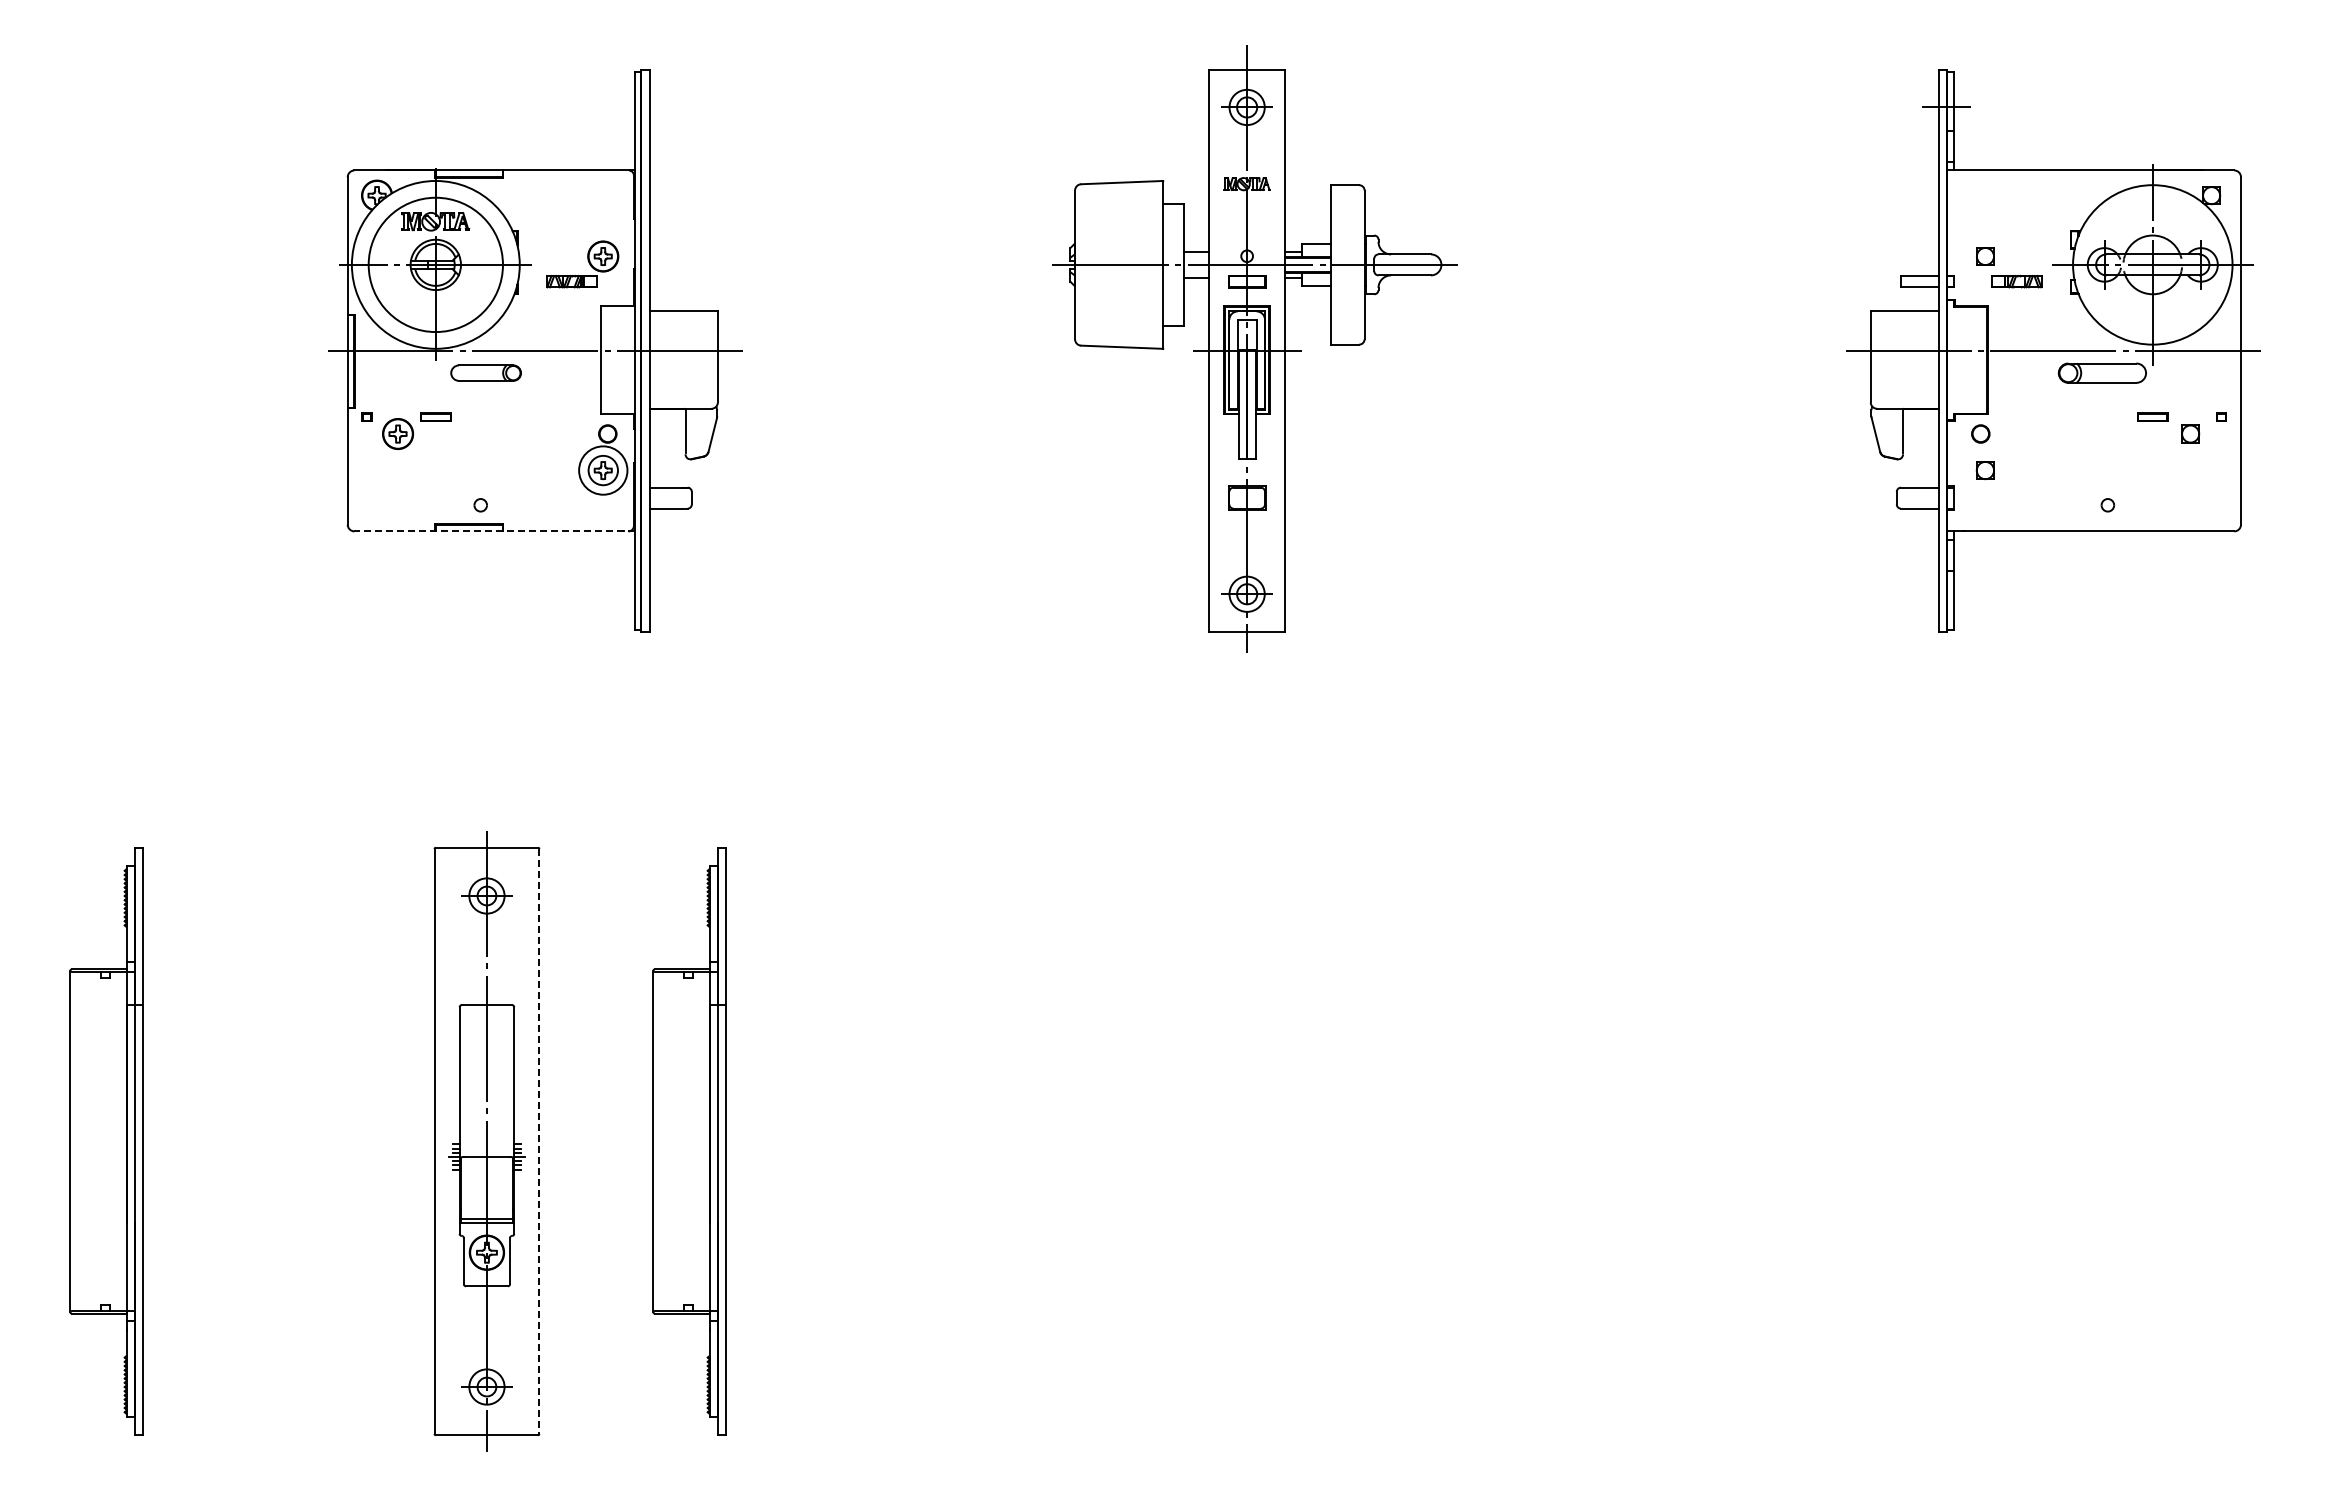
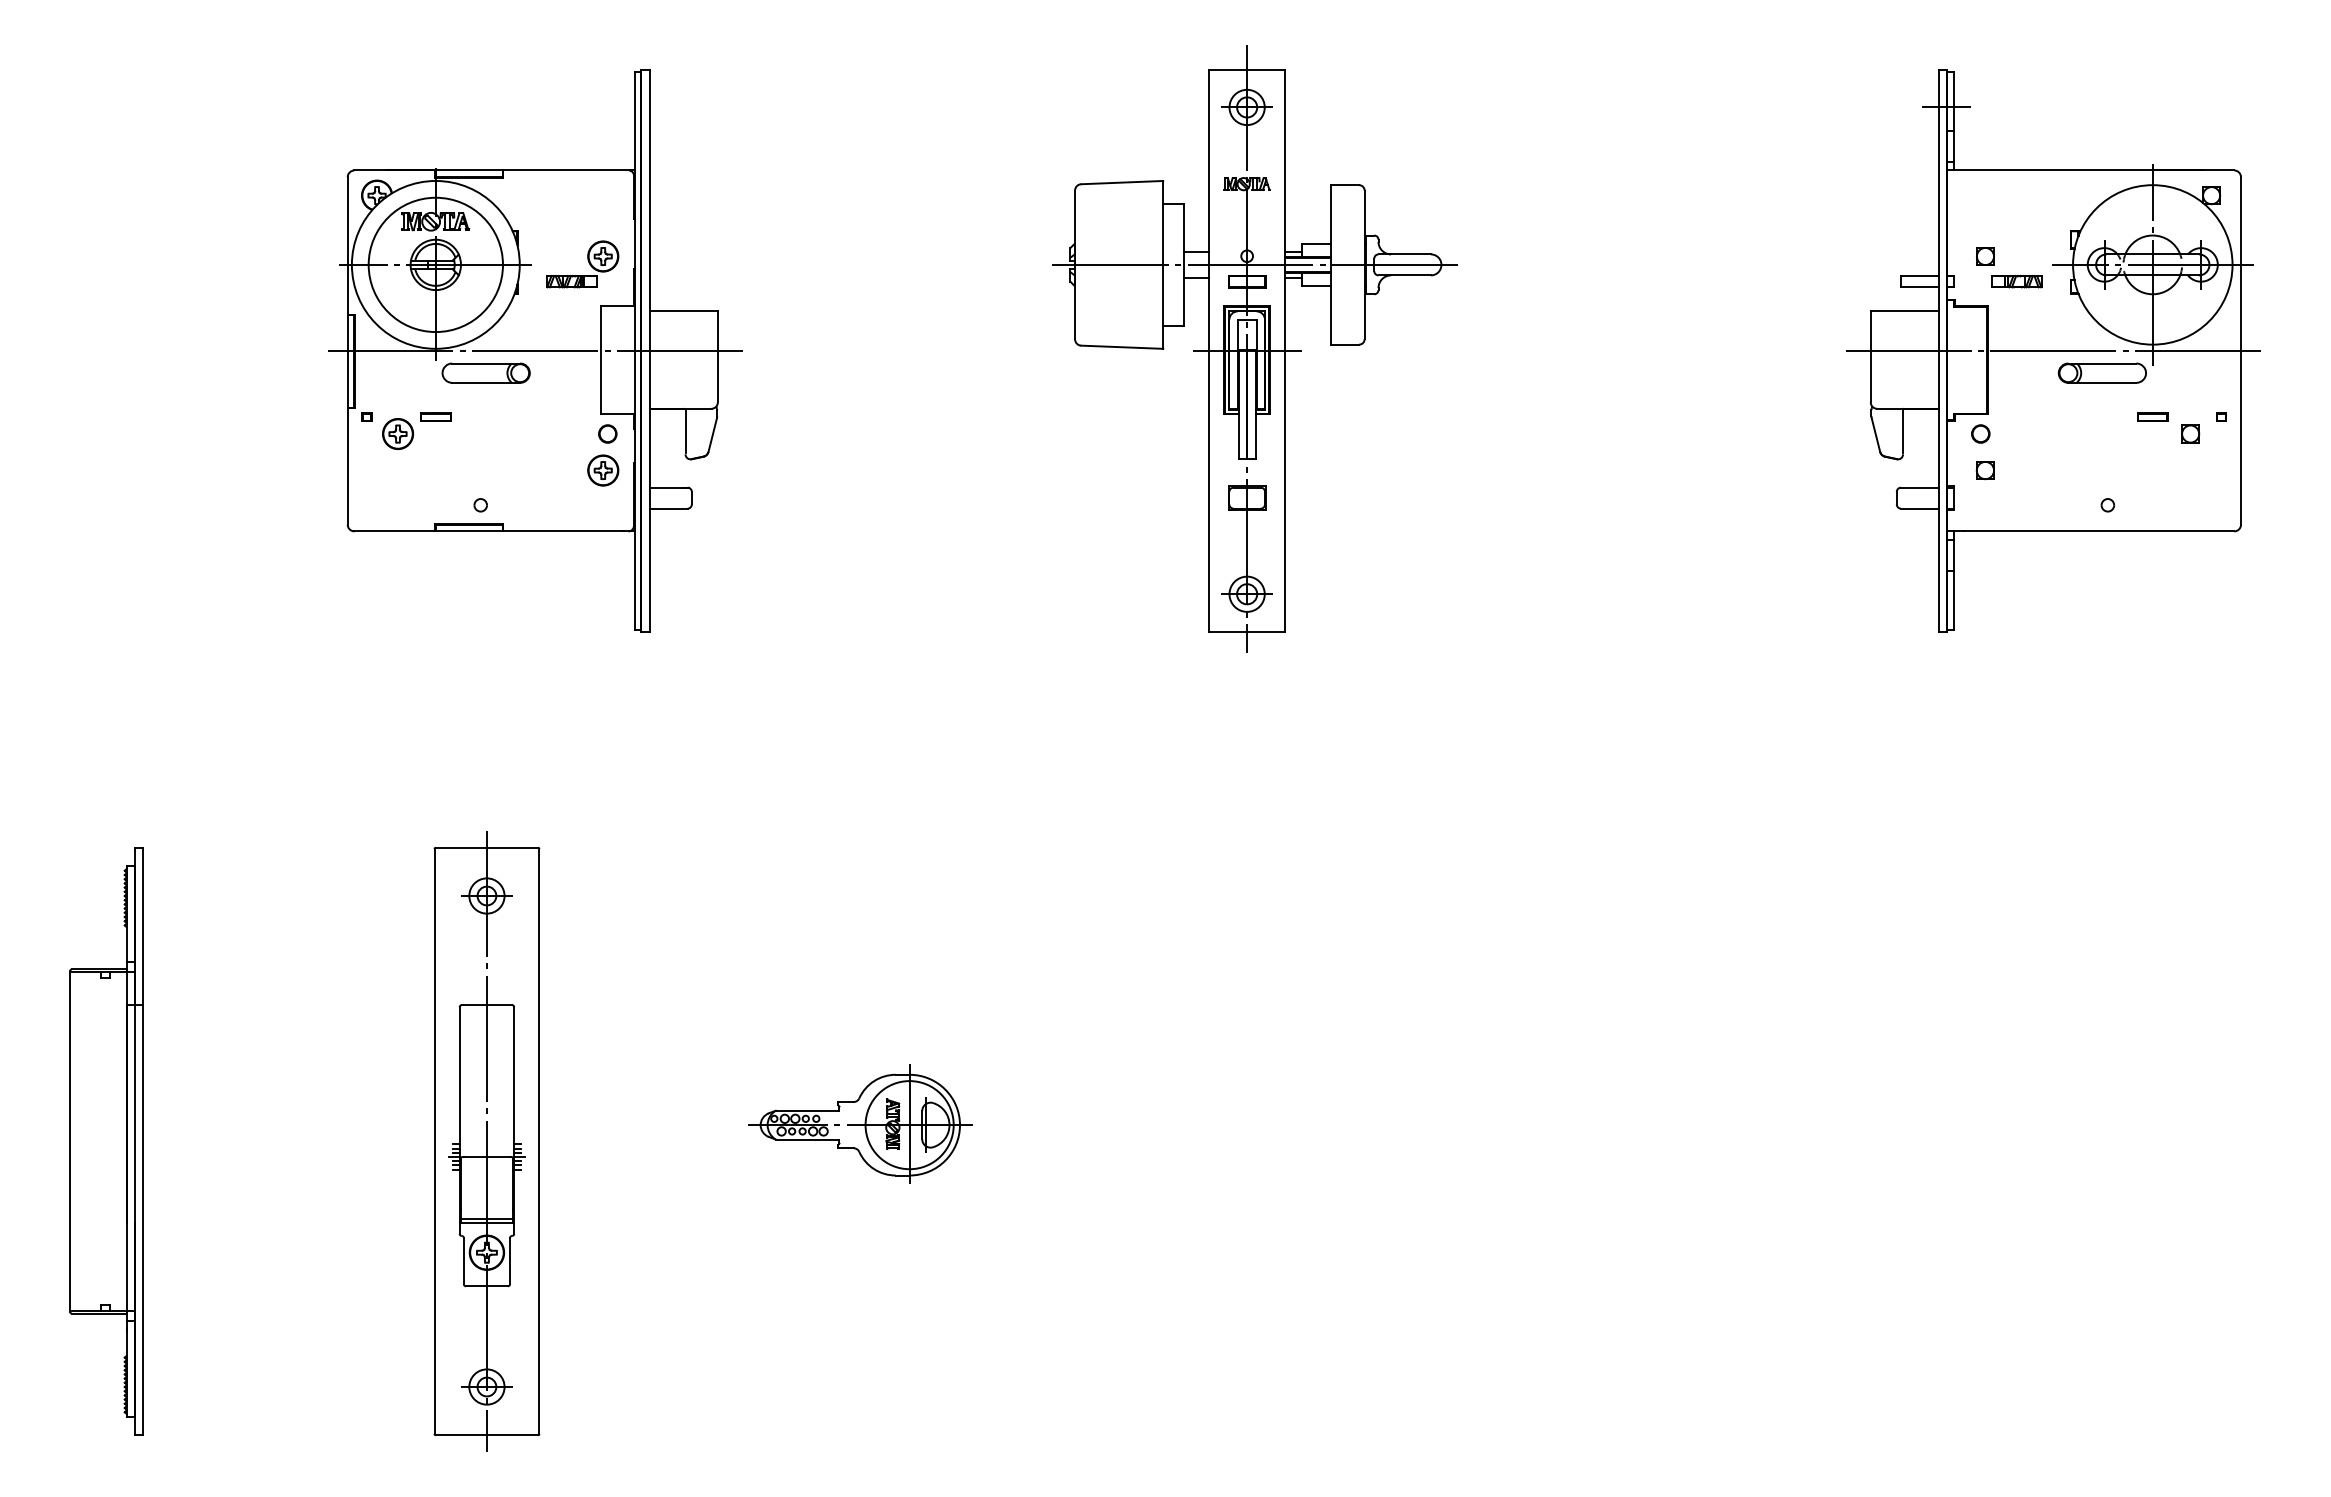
part at (485, 372) size: 72x18 px -> 90x22 px
circle at (603, 470) diameter: 48 px -> 30 px
line at (494, 531): dashed -> solid
part at (860, 1123): none -> present
line at (539, 1141): dashed -> solid
part at (689, 1141): present -> none
